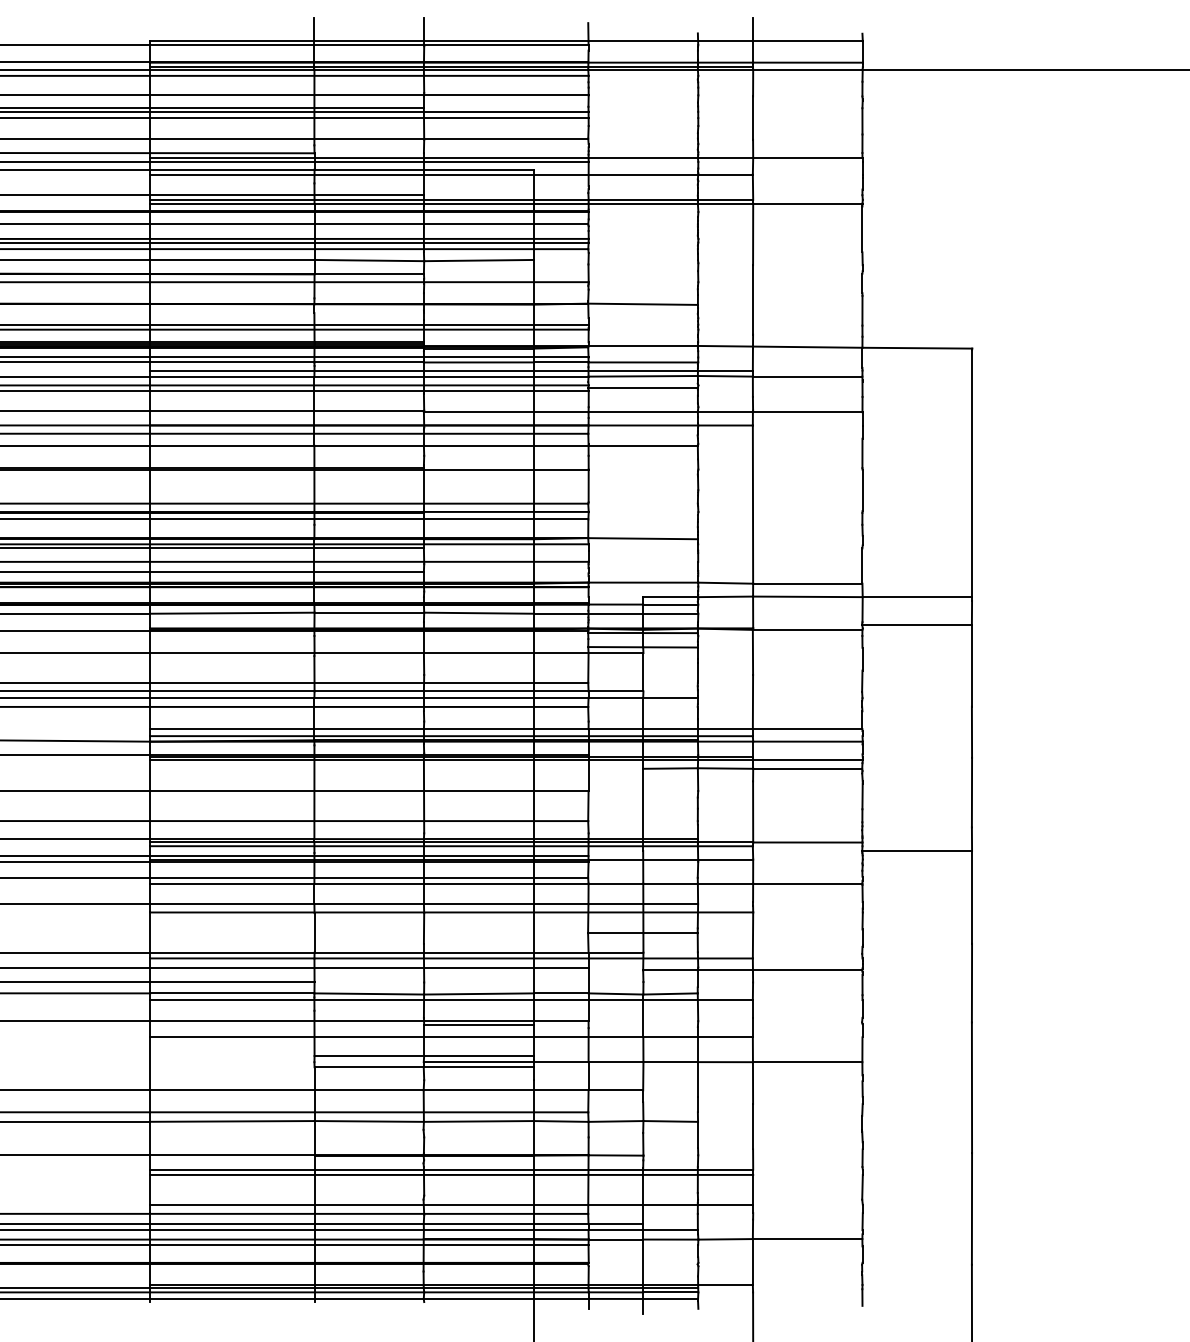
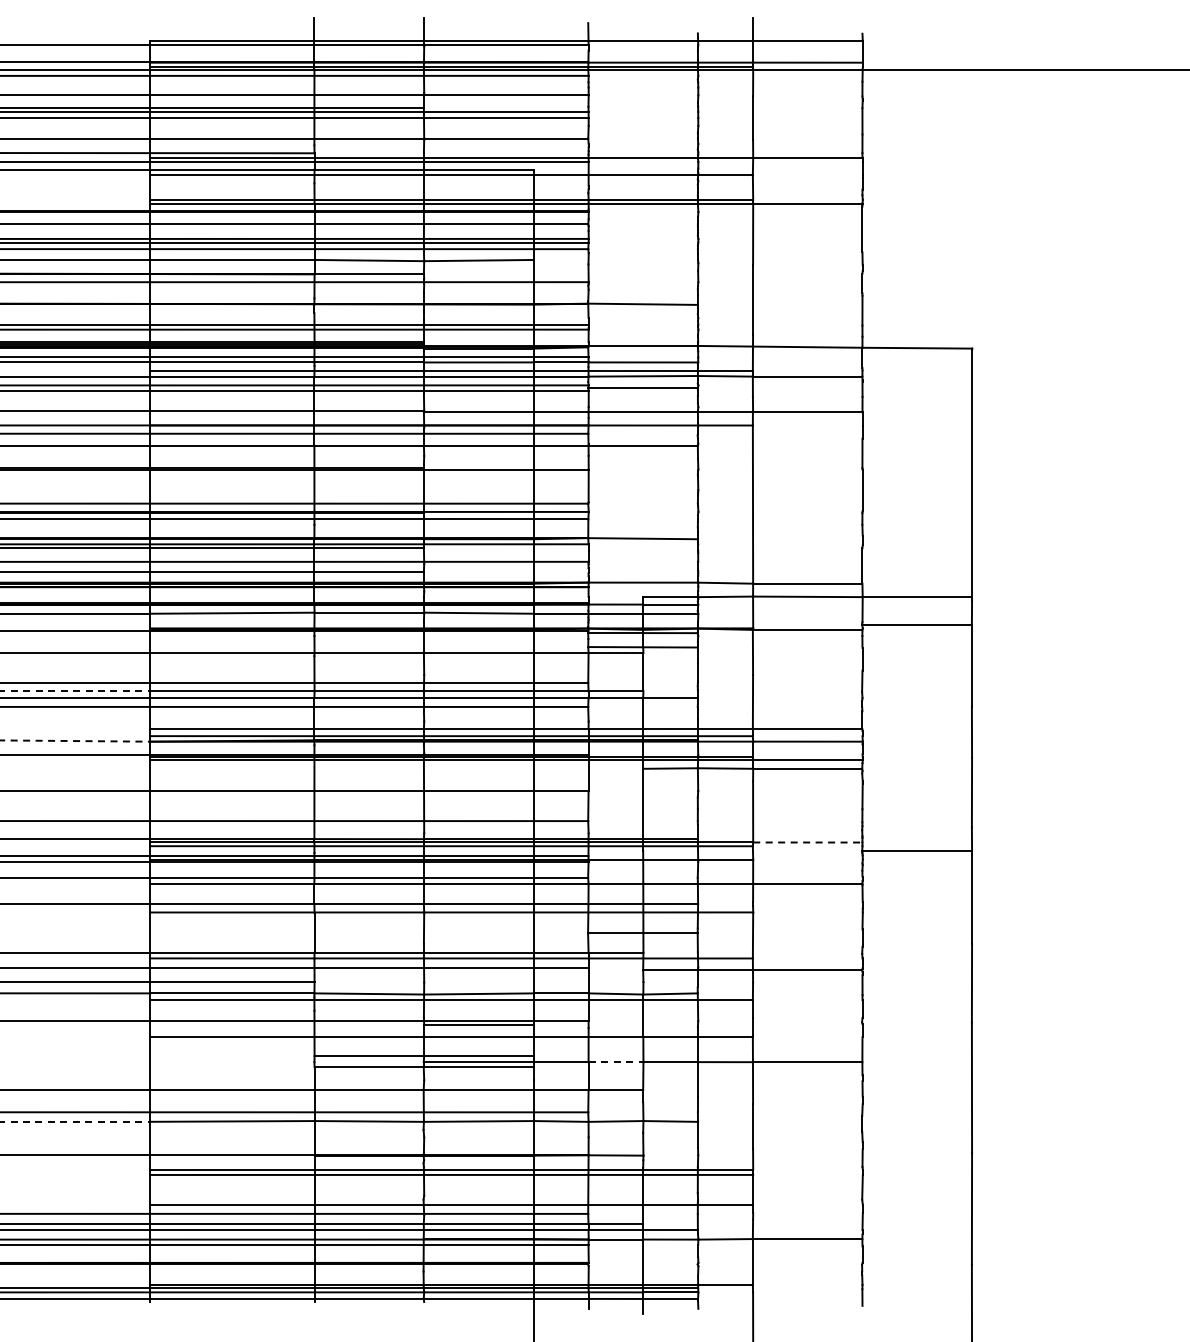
line at (212, 195): present -> none
line at (75, 691): solid -> dashed
line at (75, 741): solid -> dashed
line at (807, 842): solid -> dashed
line at (616, 1062): solid -> dashed
line at (75, 1121): solid -> dashed
